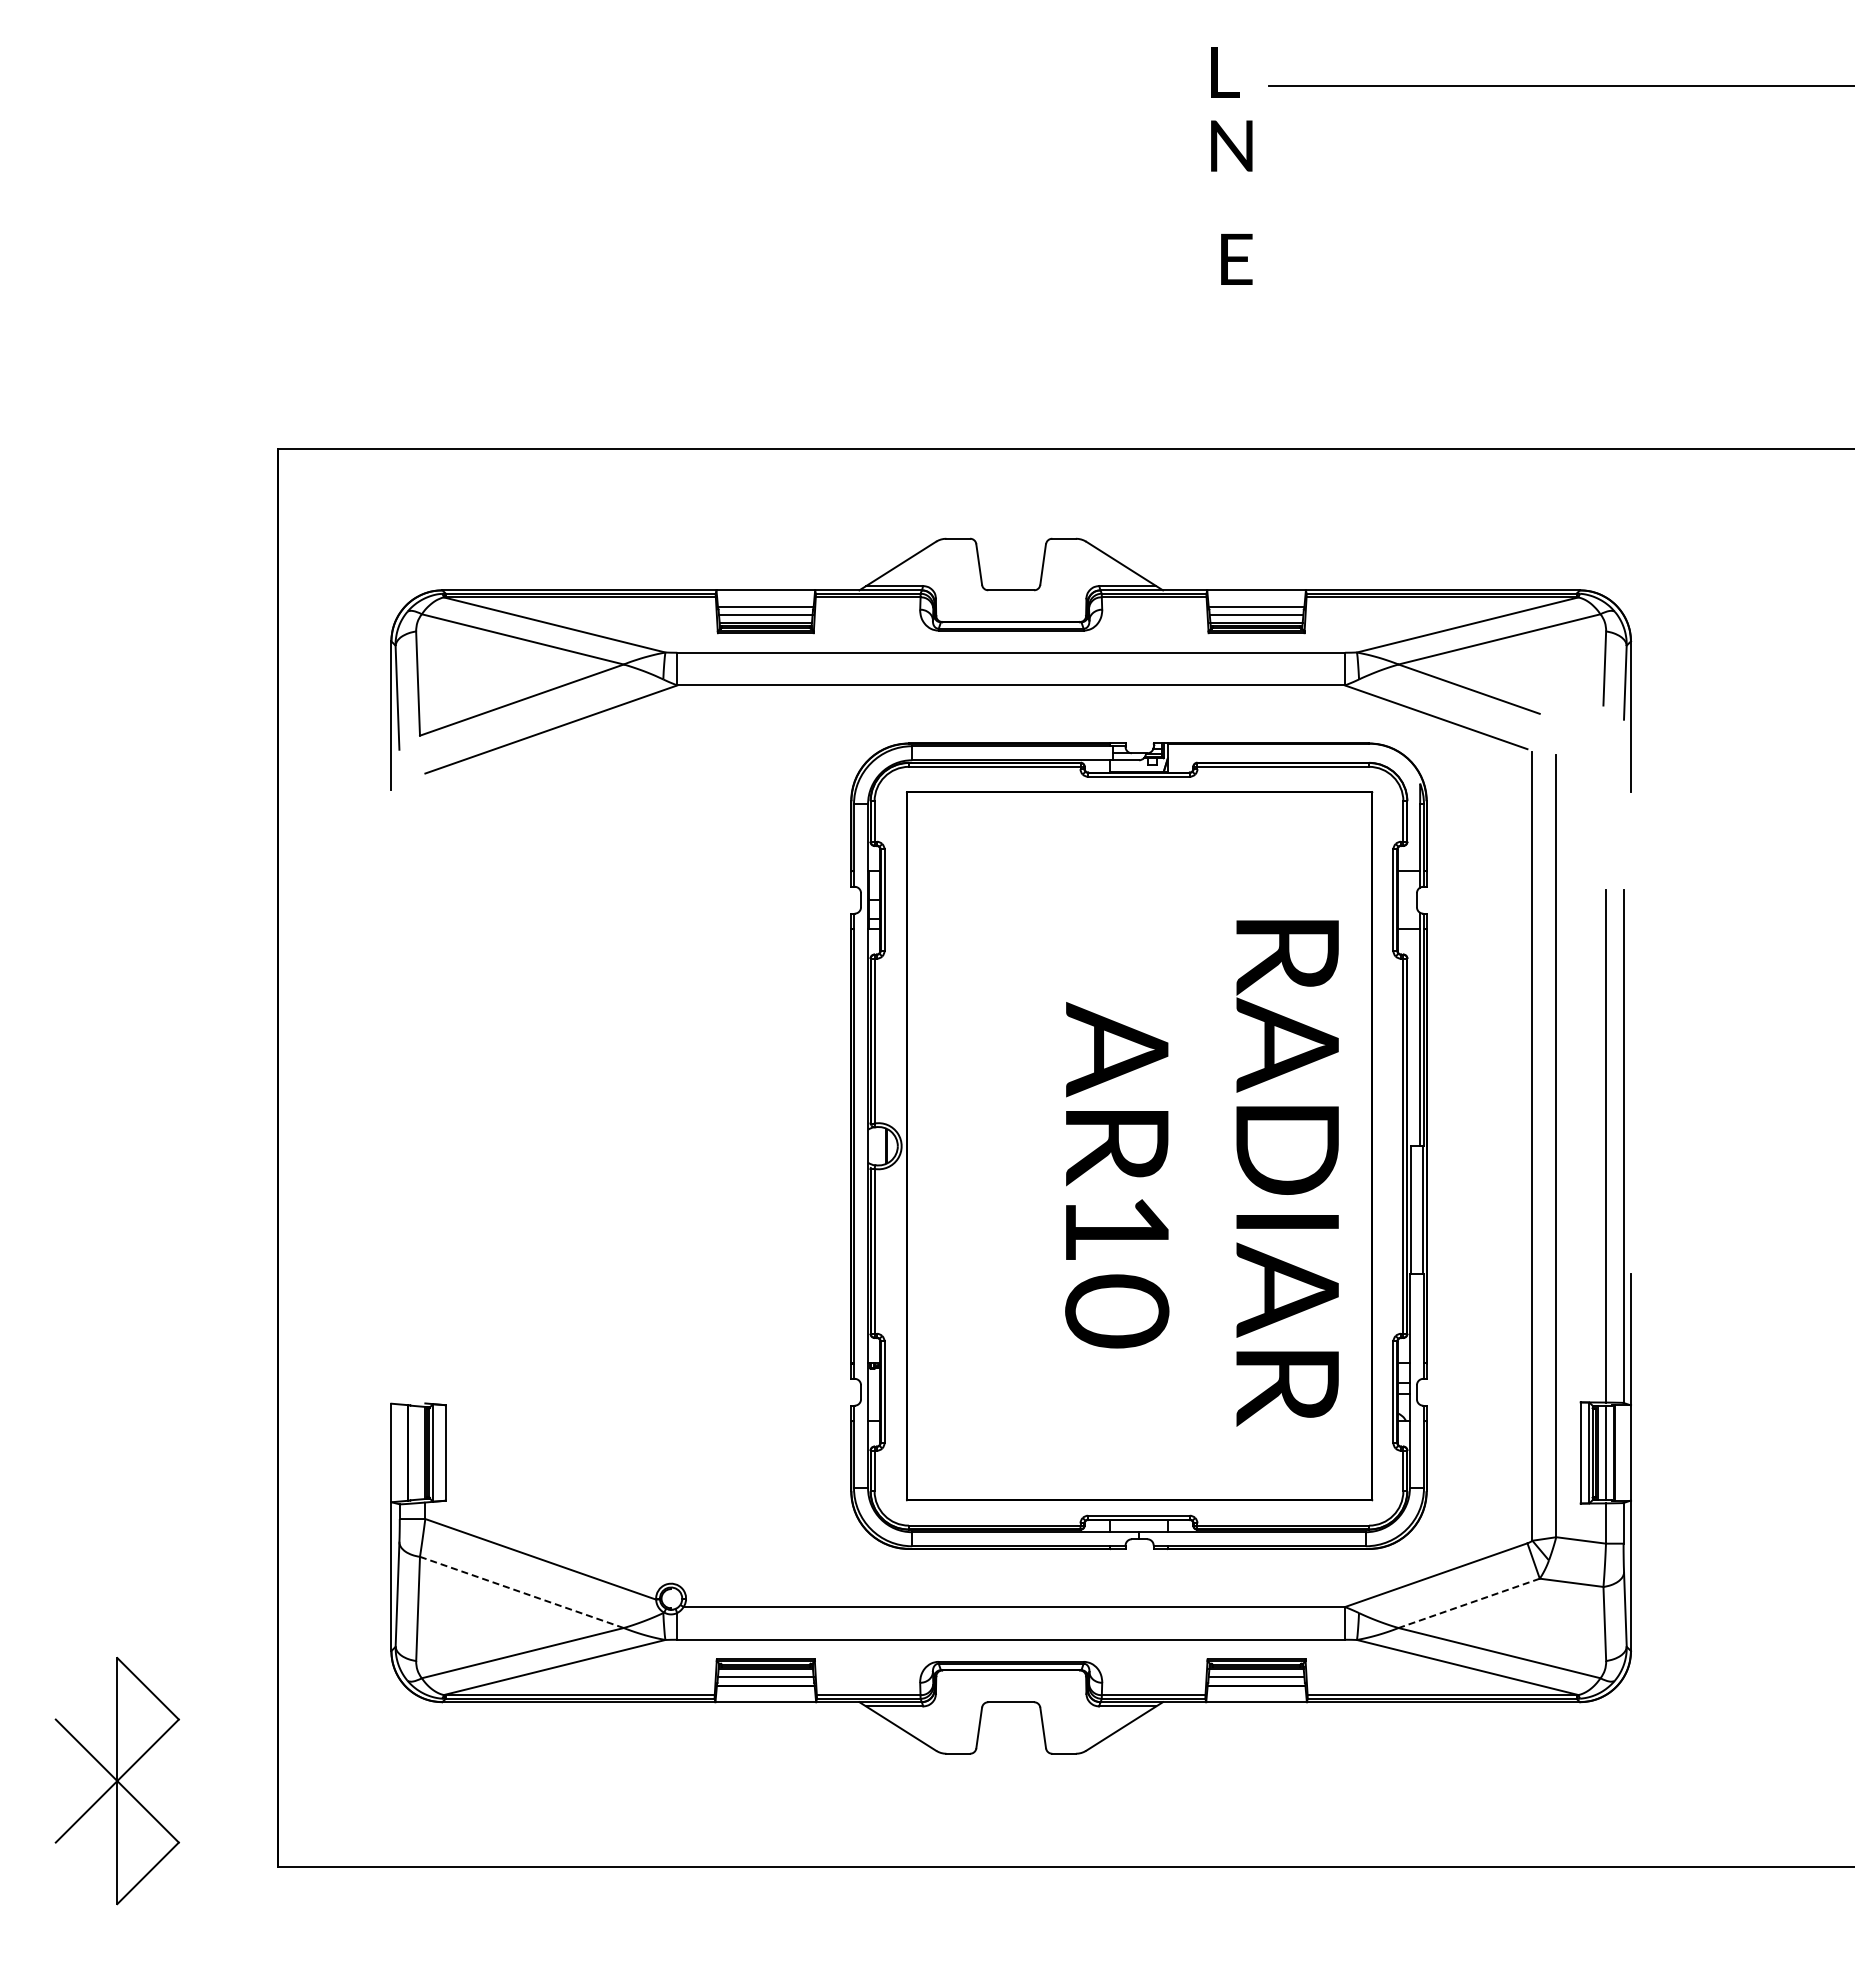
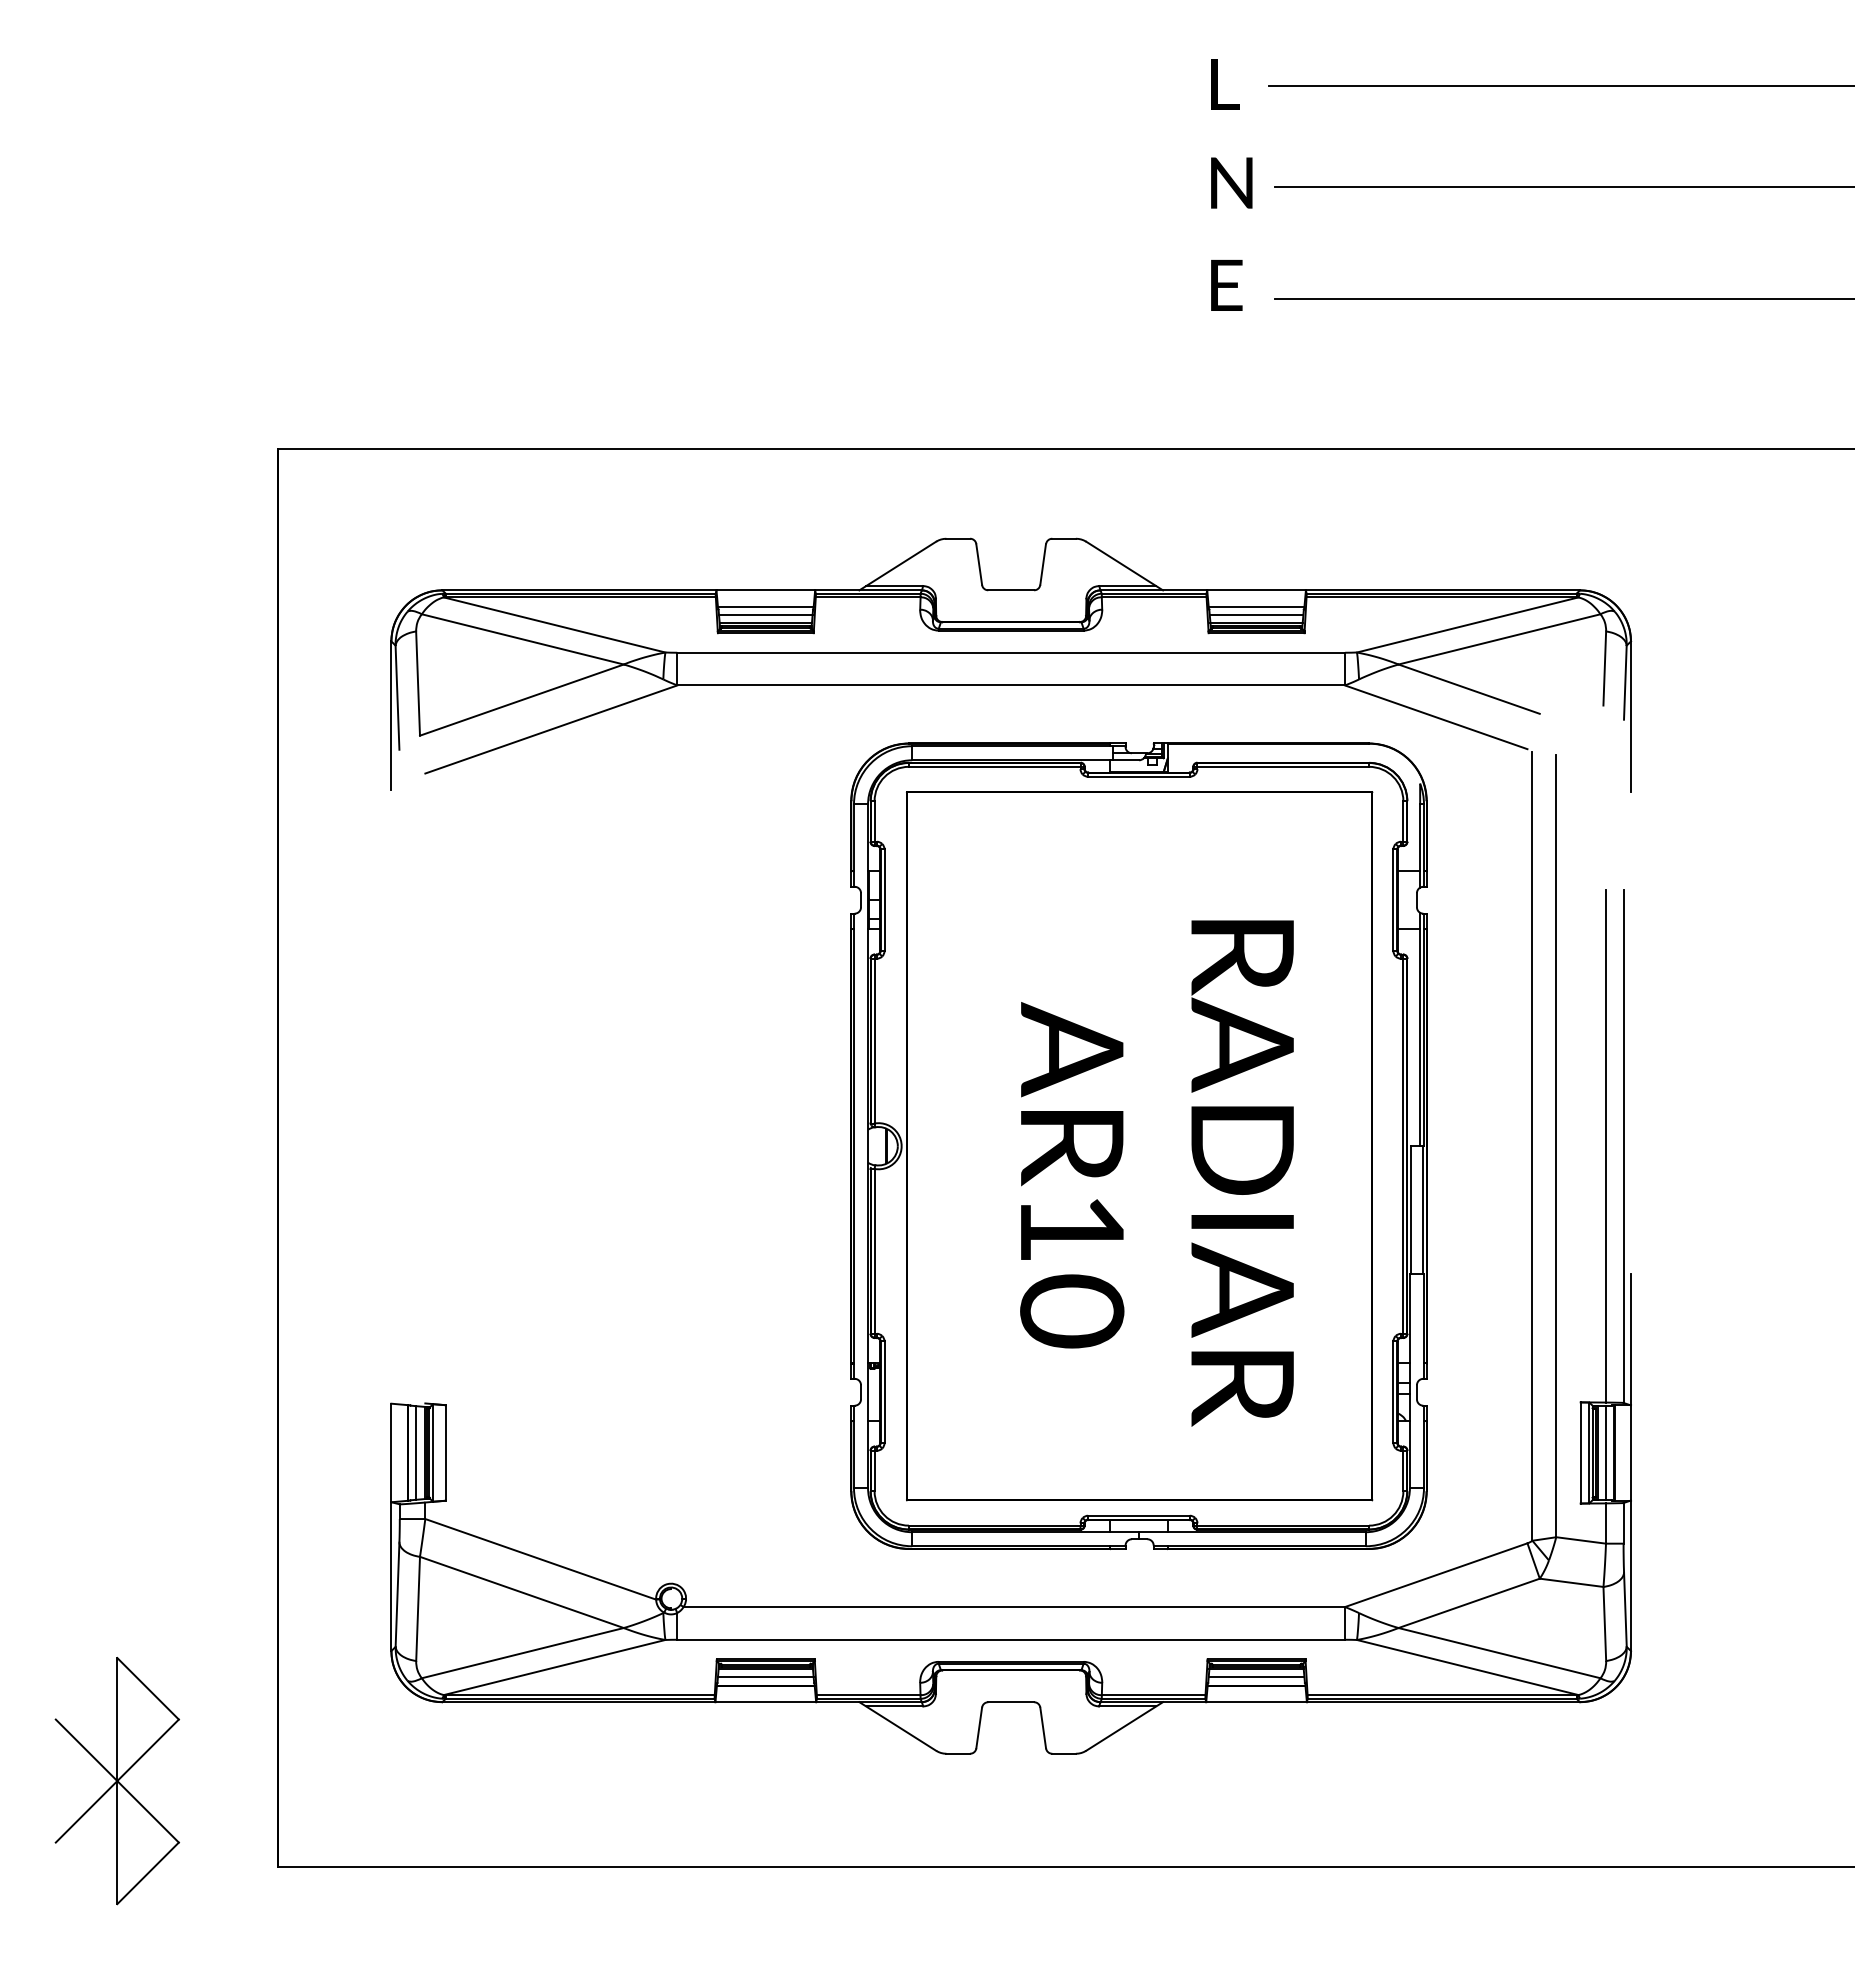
text at (1225, 72) position: (1225, 72) -> (1225, 84)
text at (1231, 145) position: (1231, 145) -> (1231, 182)
line at (1562, 186): none -> present
text at (1236, 259) position: (1236, 259) -> (1226, 285)
line at (1562, 298): none -> present
text at (1201, 1173) position: (1201, 1173) -> (1156, 1173)
line at (416, 1452): none -> present
line at (521, 1592): dashed -> solid
line at (1469, 1603): dashed -> solid
